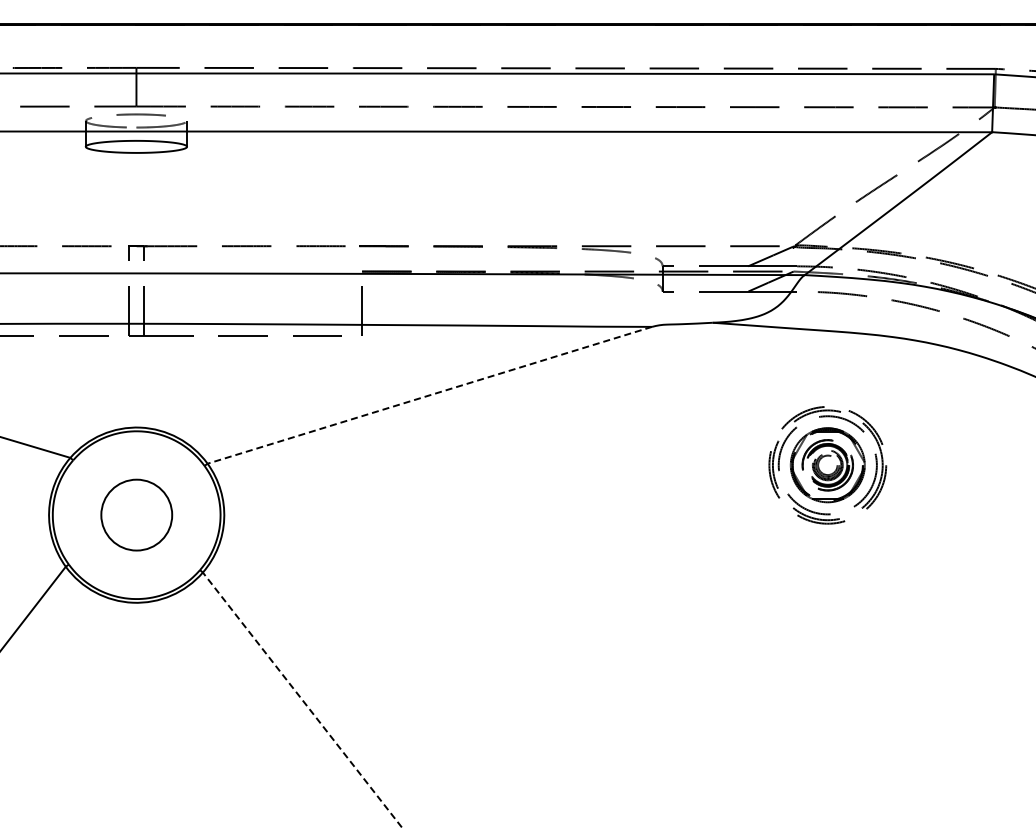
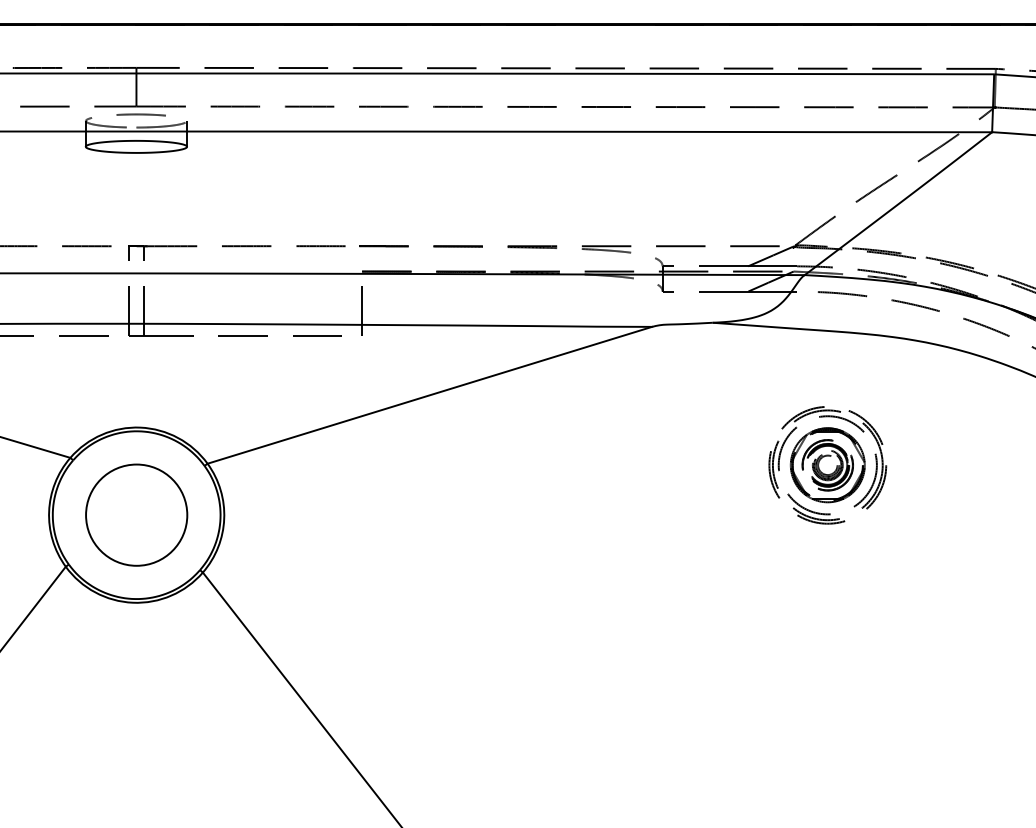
line at (429, 395): dashed -> solid
circle at (136, 514) size: 74x74 px -> 104x104 px
line at (302, 700): dashed -> solid
